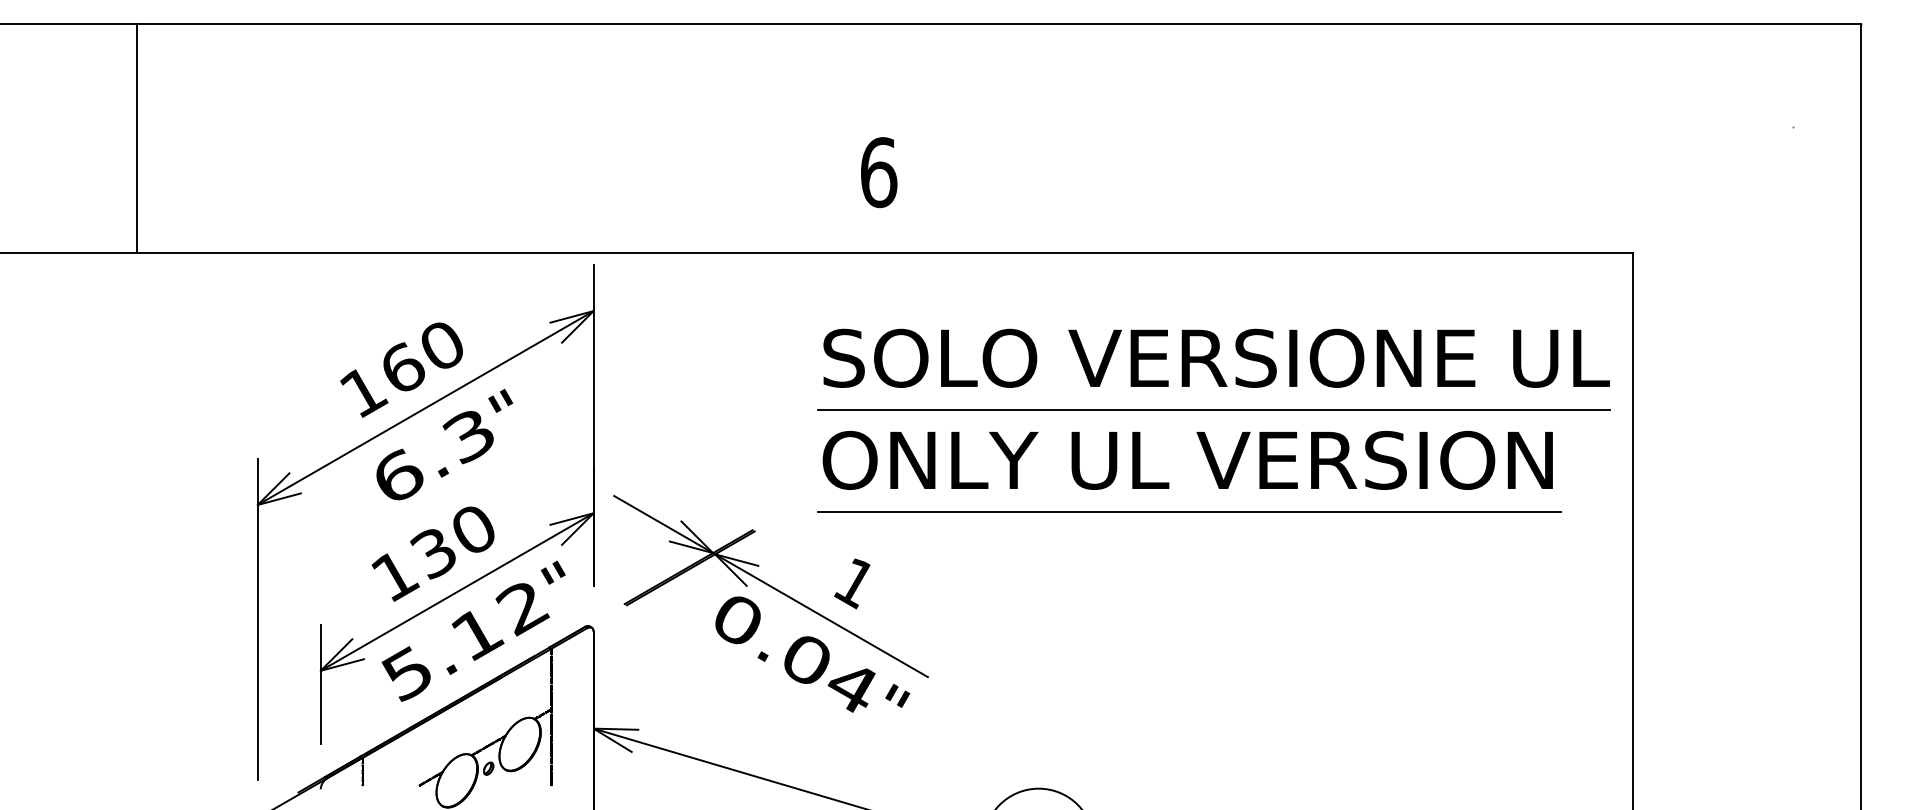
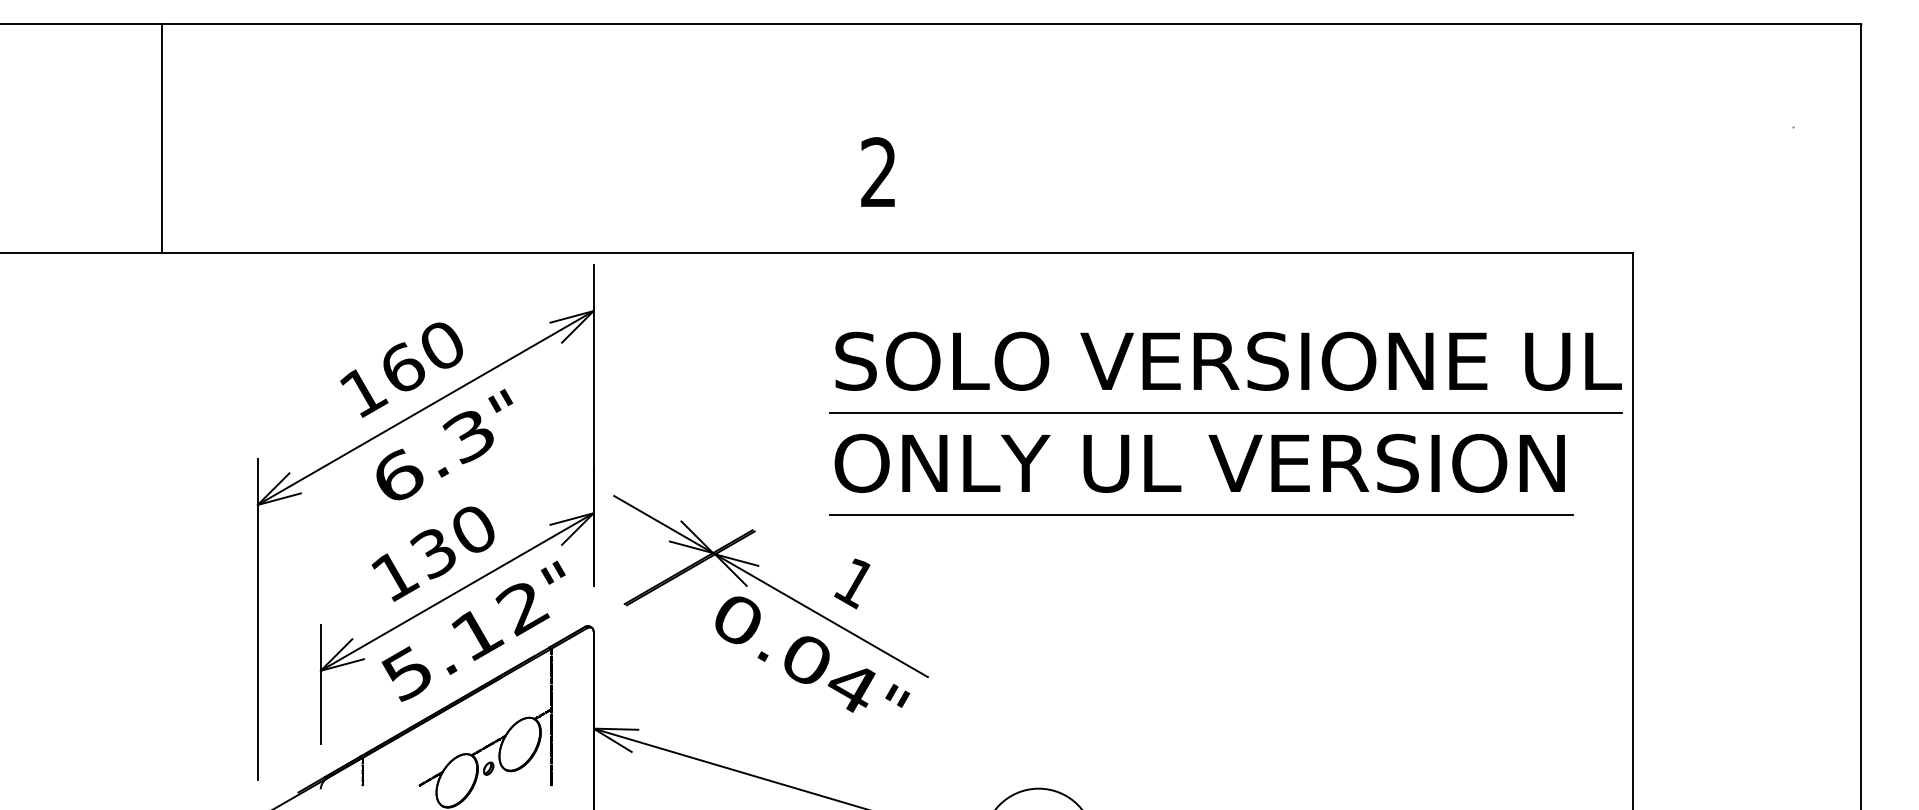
line at (137, 138) position: (137, 138) -> (162, 138)
text at (879, 172): 6 -> 2
part at (1213, 410) position: (1213, 410) -> (1225, 413)
